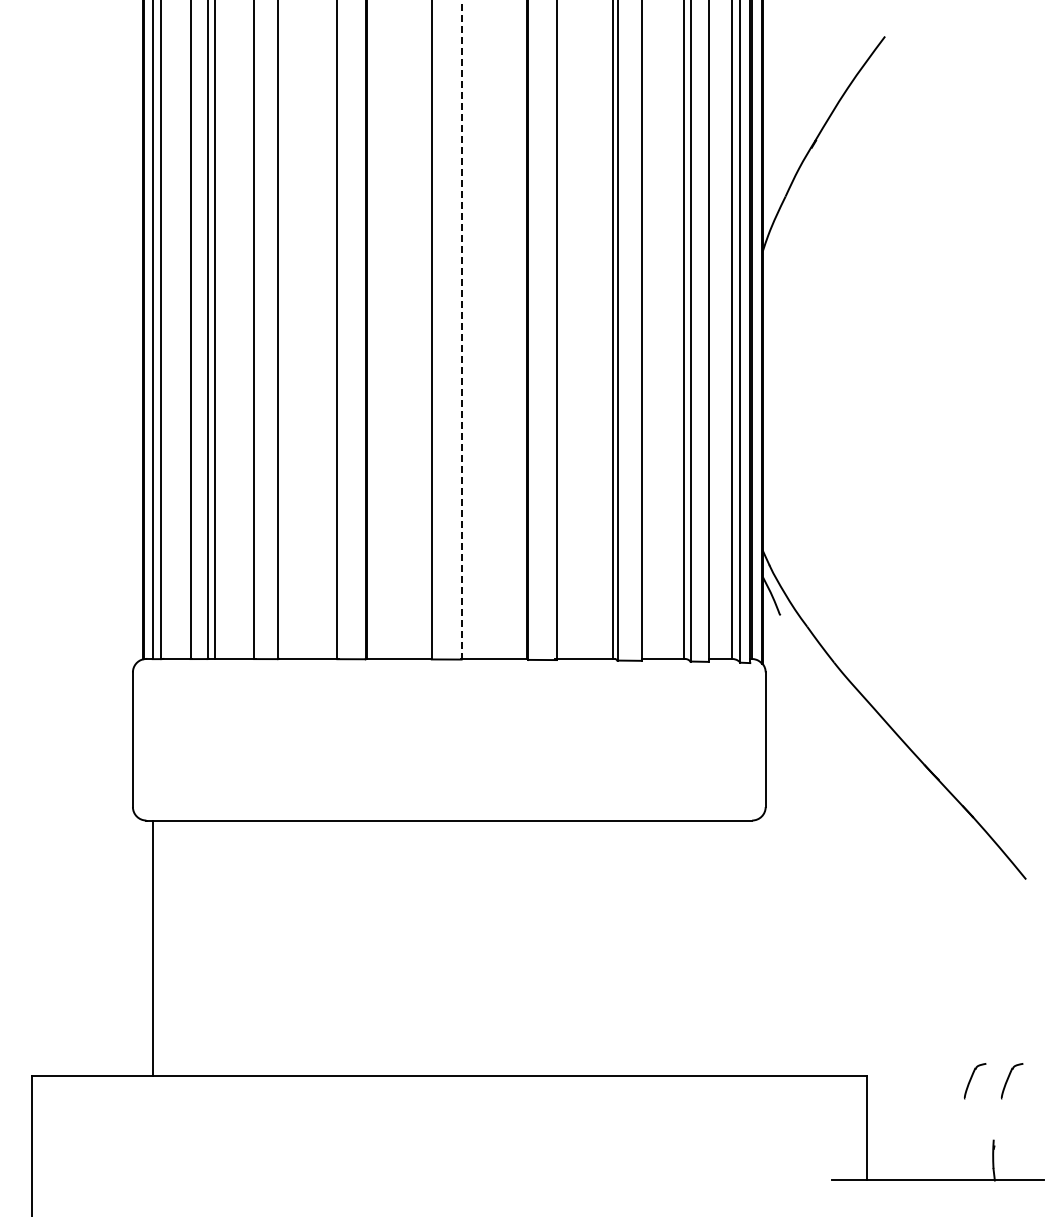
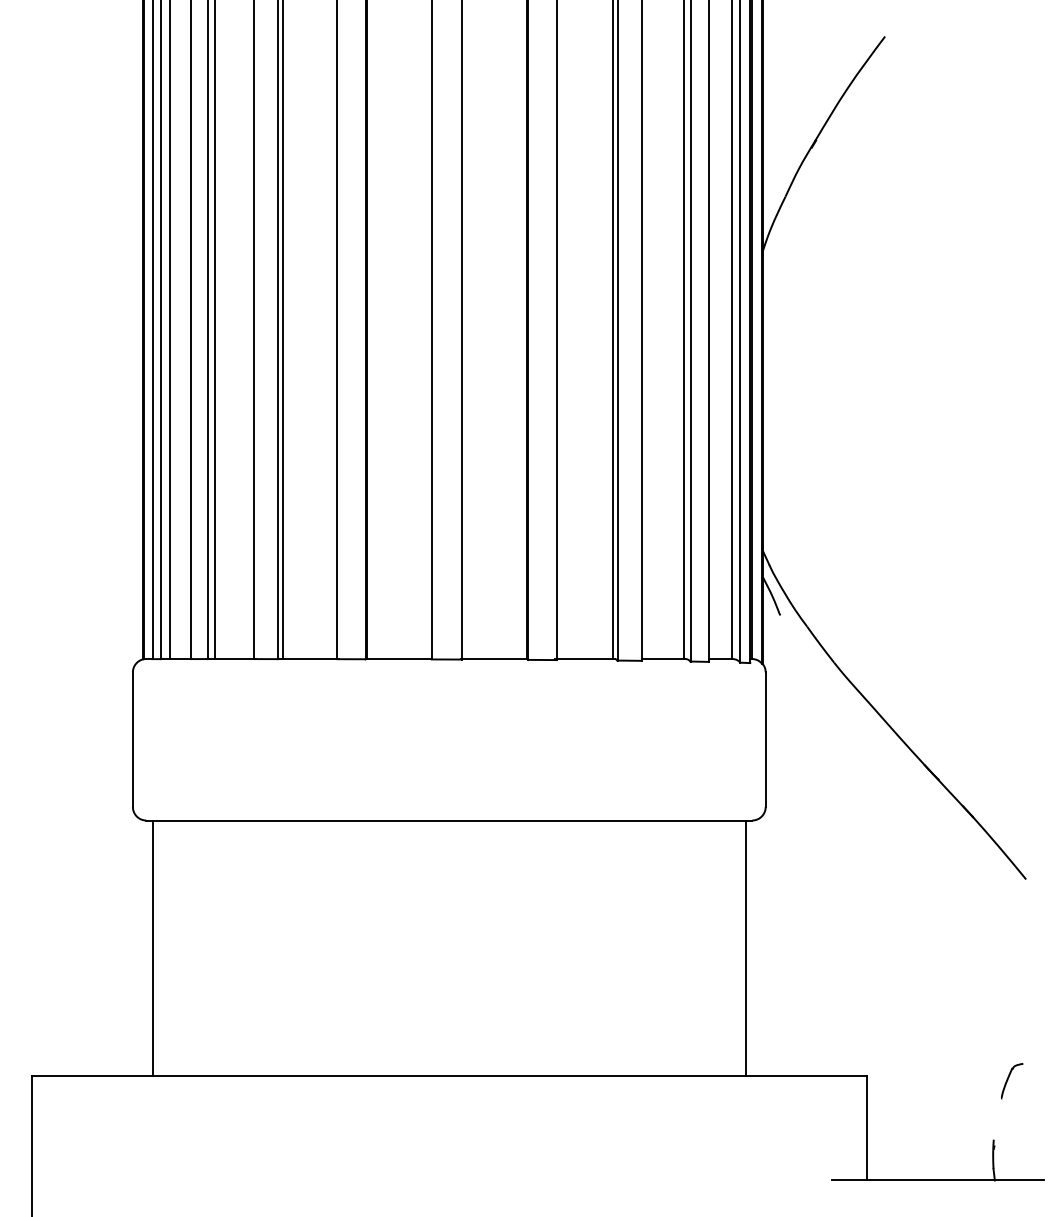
line at (461, 329): dashed -> solid
line at (170, 330): none -> present
line at (282, 330): none -> present
line at (745, 948): none -> present
part at (974, 1081): present -> none
